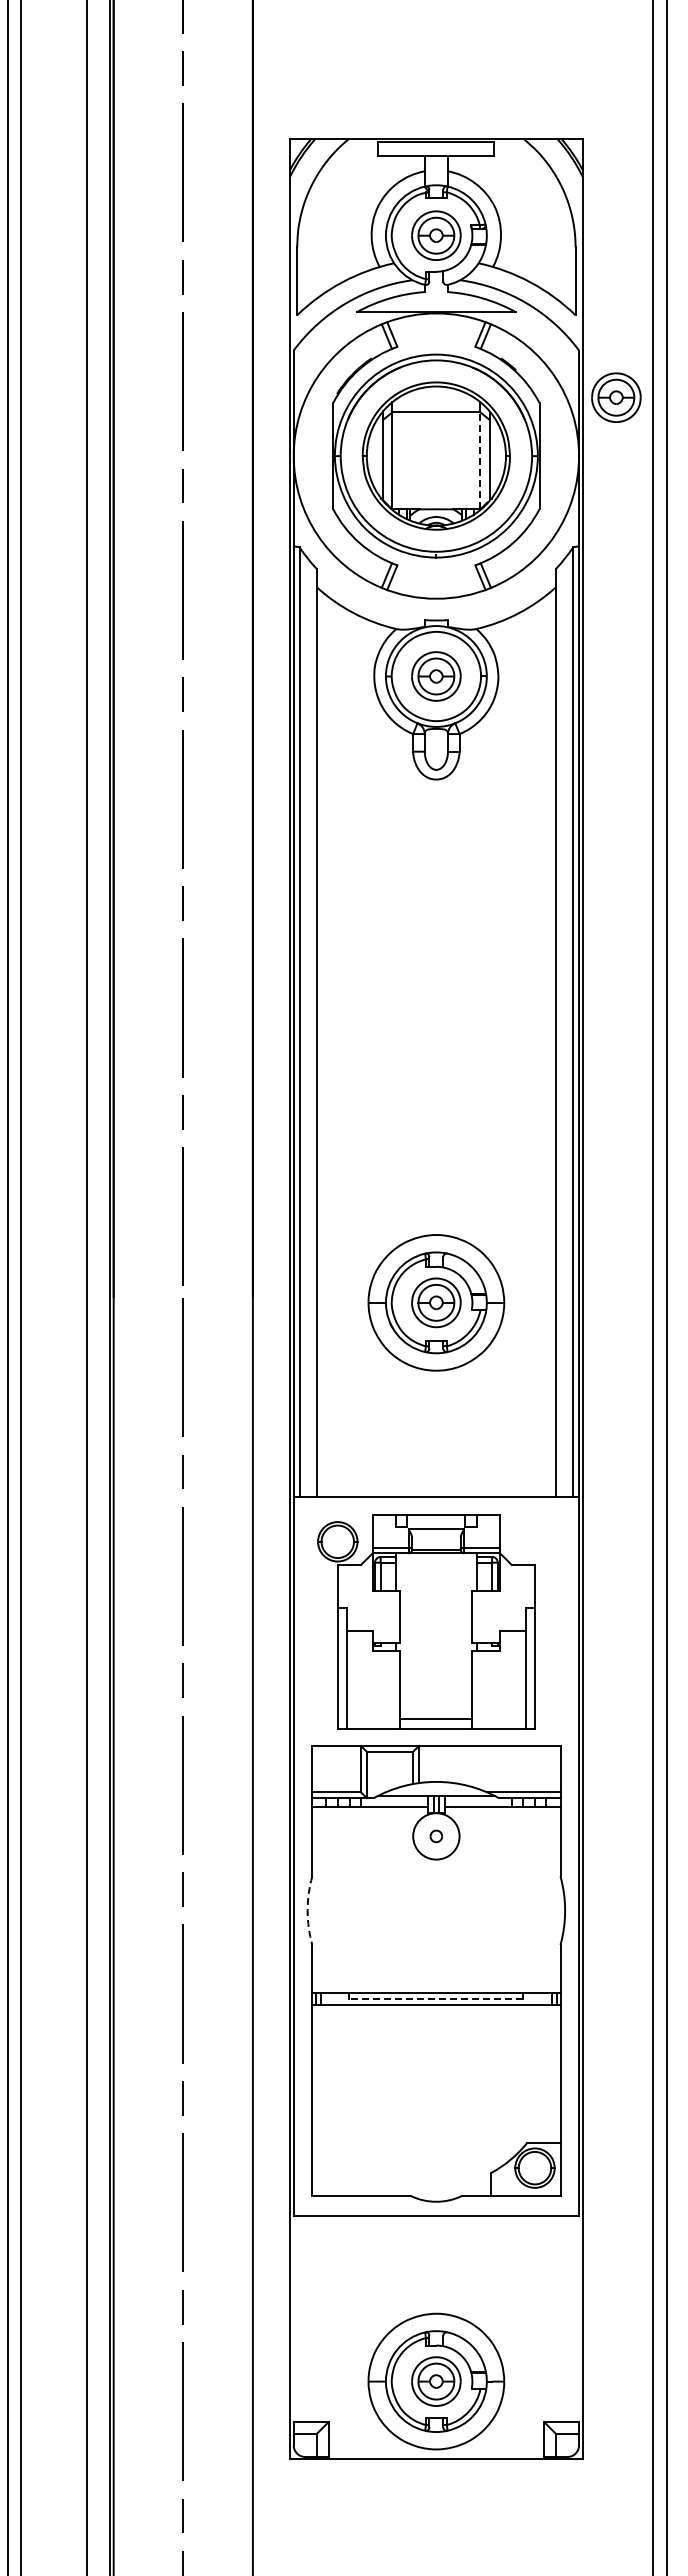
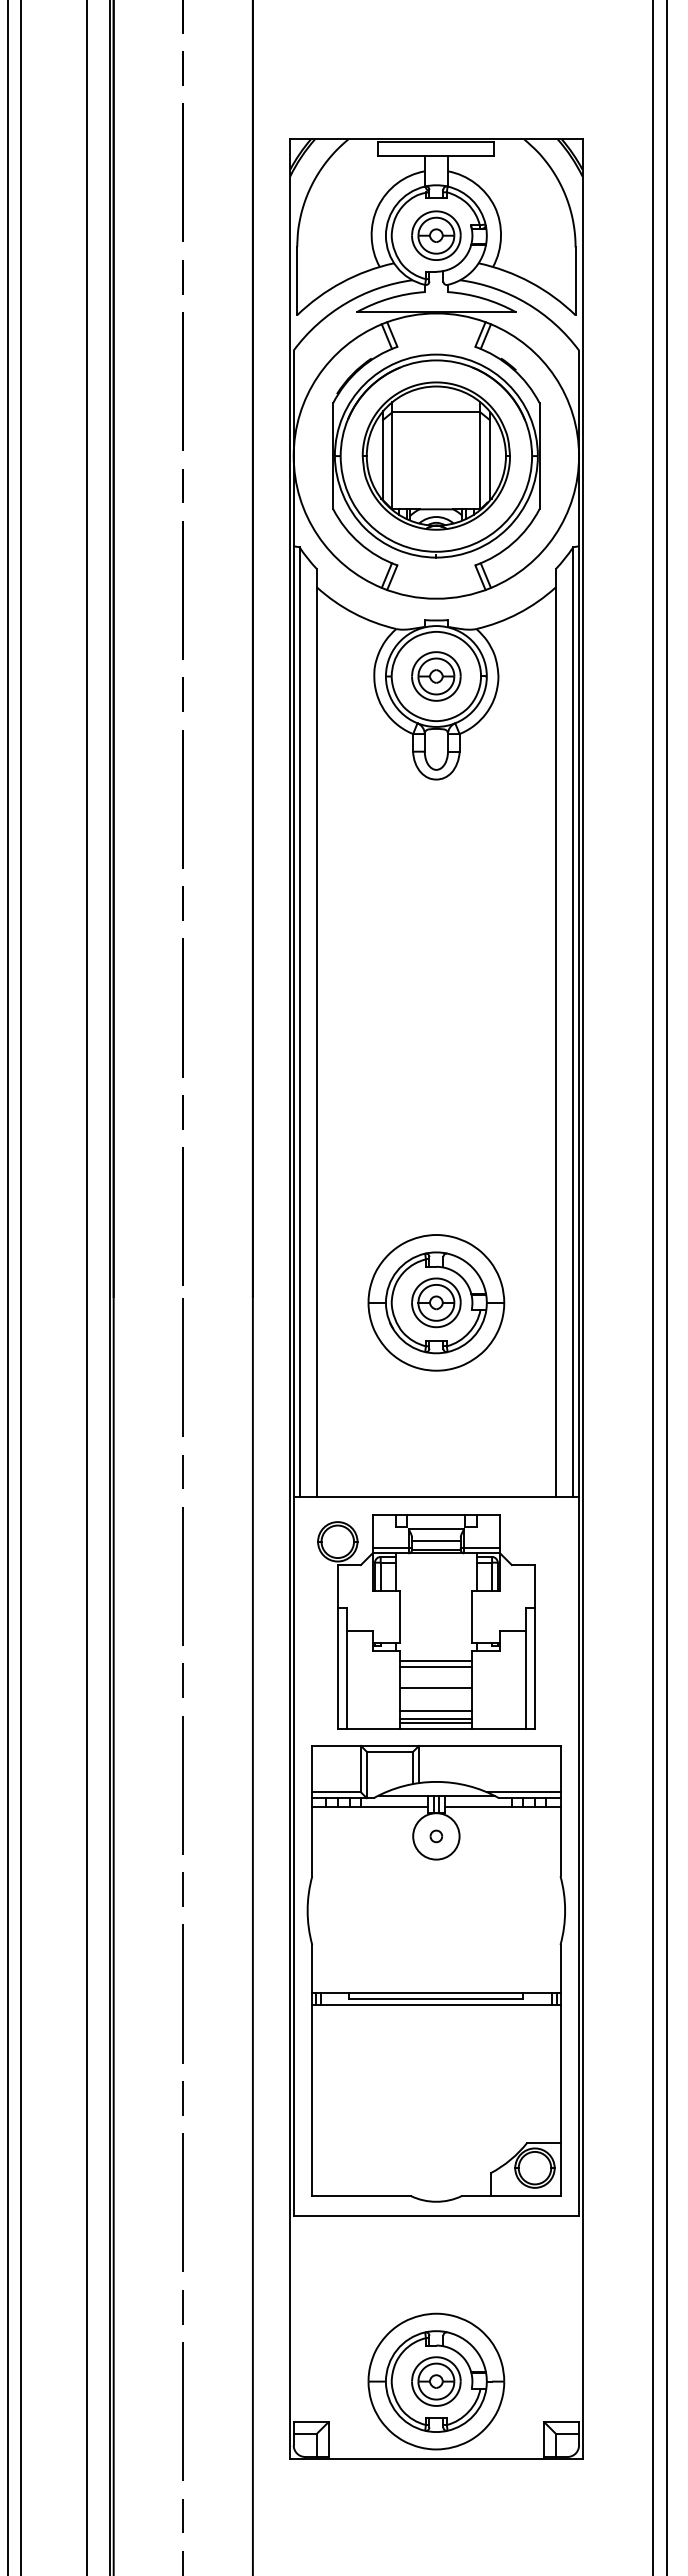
part at (616, 397): present -> none
line at (480, 460): dashed -> solid
line at (436, 1540): none -> present
line at (436, 1661): none -> present
line at (436, 1667): none -> present
line at (436, 1687): none -> present
line at (436, 1711): none -> present
line at (436, 1722): none -> present
arc at (307, 1910): dashed -> solid
line at (436, 1998): dashed -> solid
